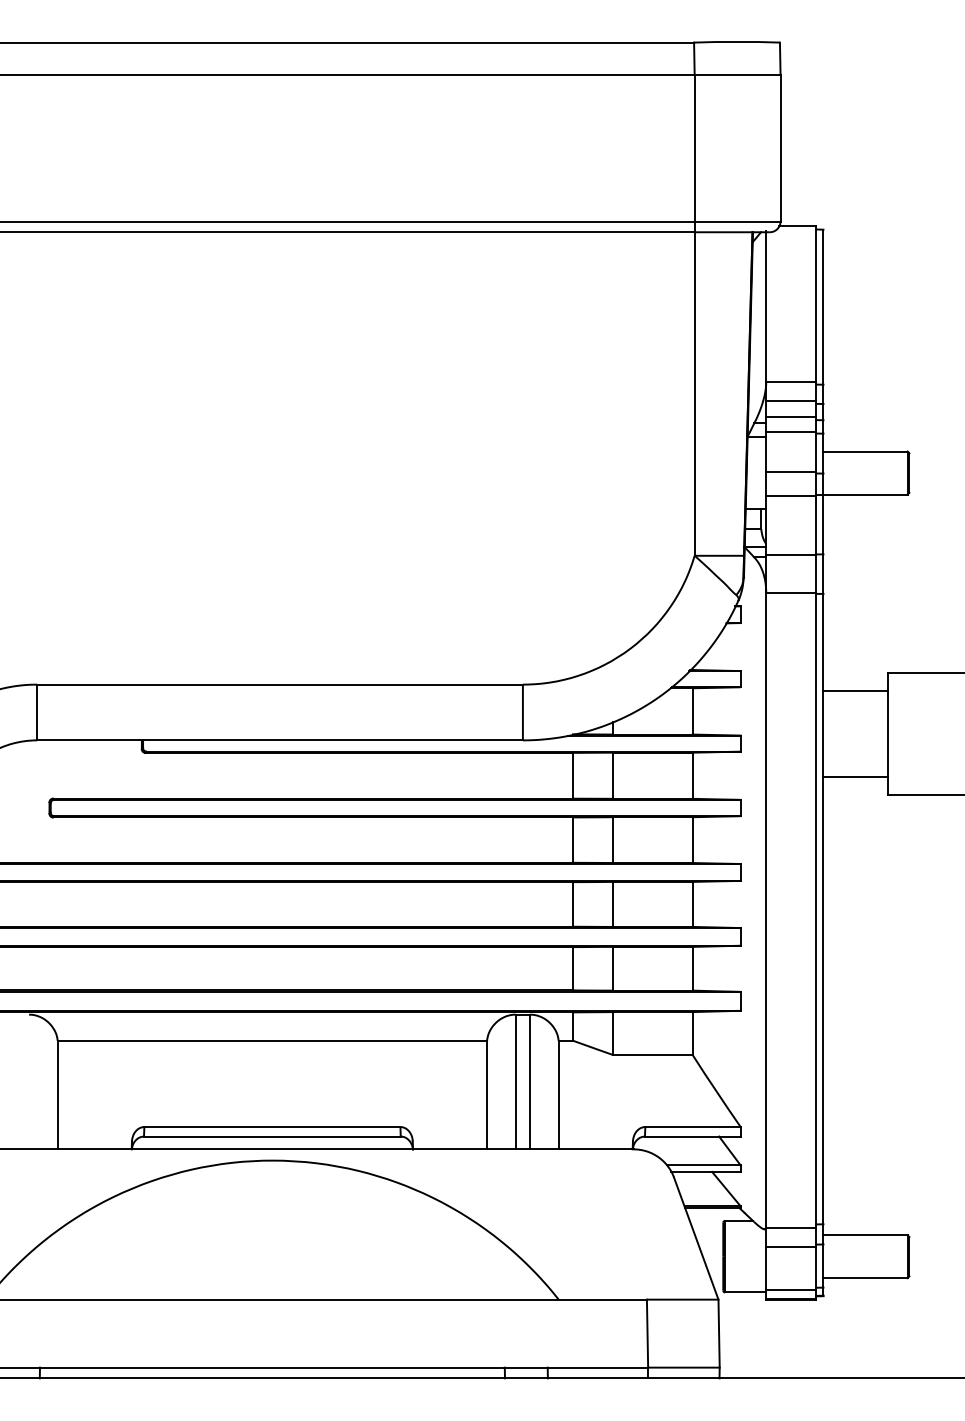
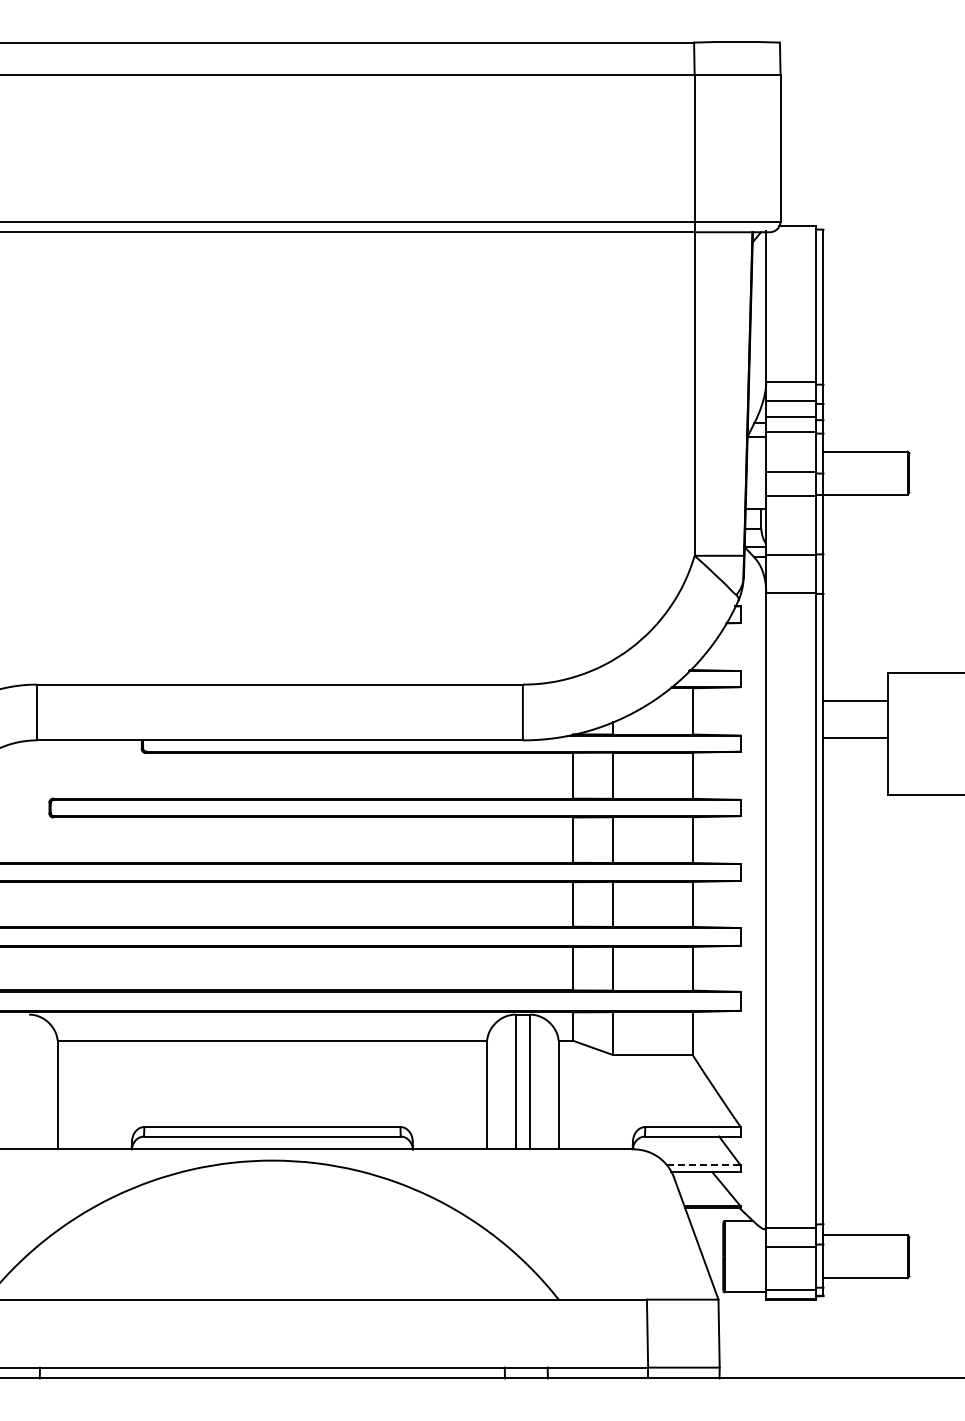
line at (855, 691) position: (855, 691) -> (855, 701)
line at (855, 777) position: (855, 777) -> (855, 738)
line at (703, 1165): solid -> dashed
